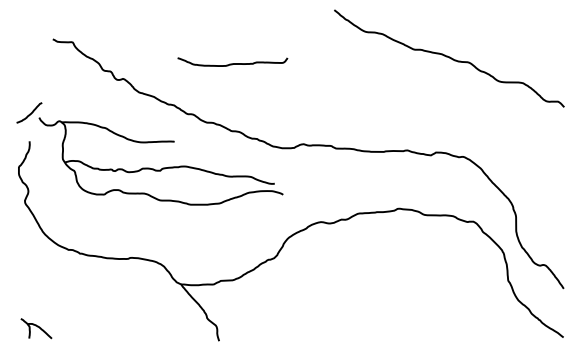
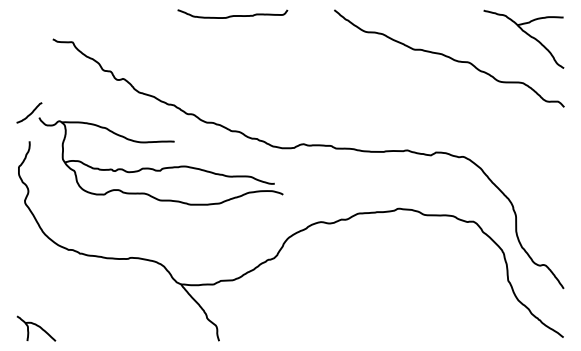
part at (523, 38): none -> present
curve at (232, 63) position: (232, 63) -> (232, 15)
part at (36, 328) size: 33x22 px -> 41x27 px
